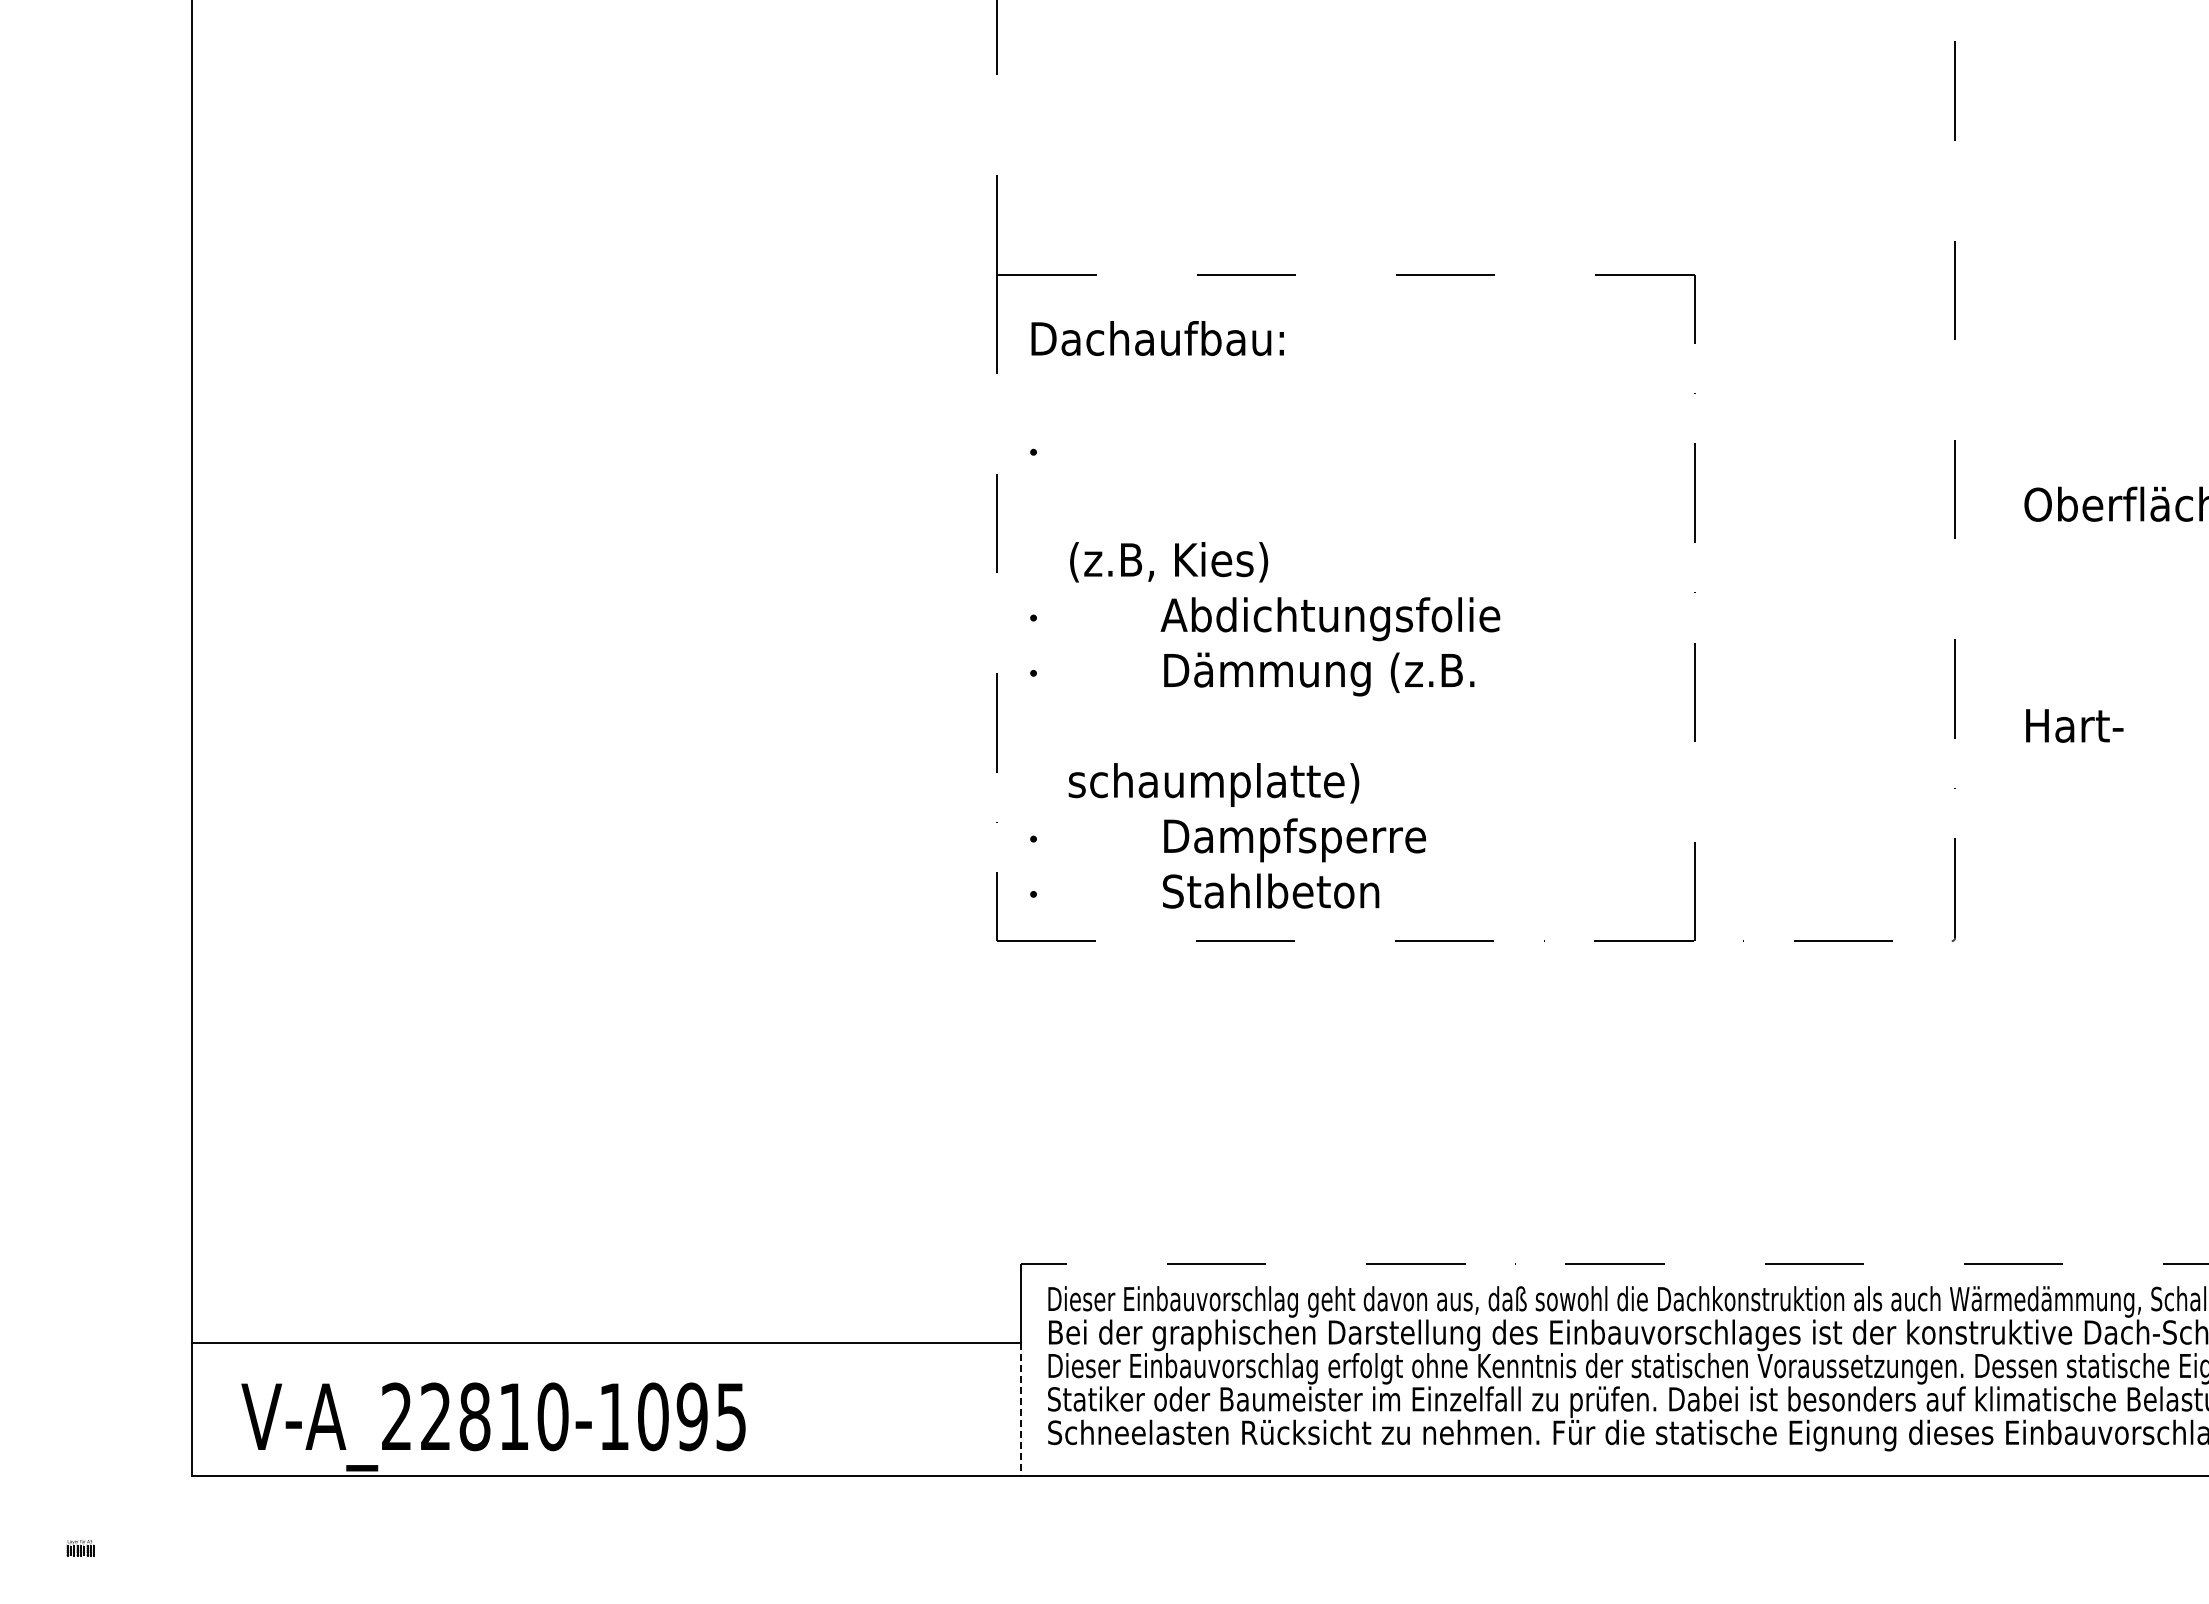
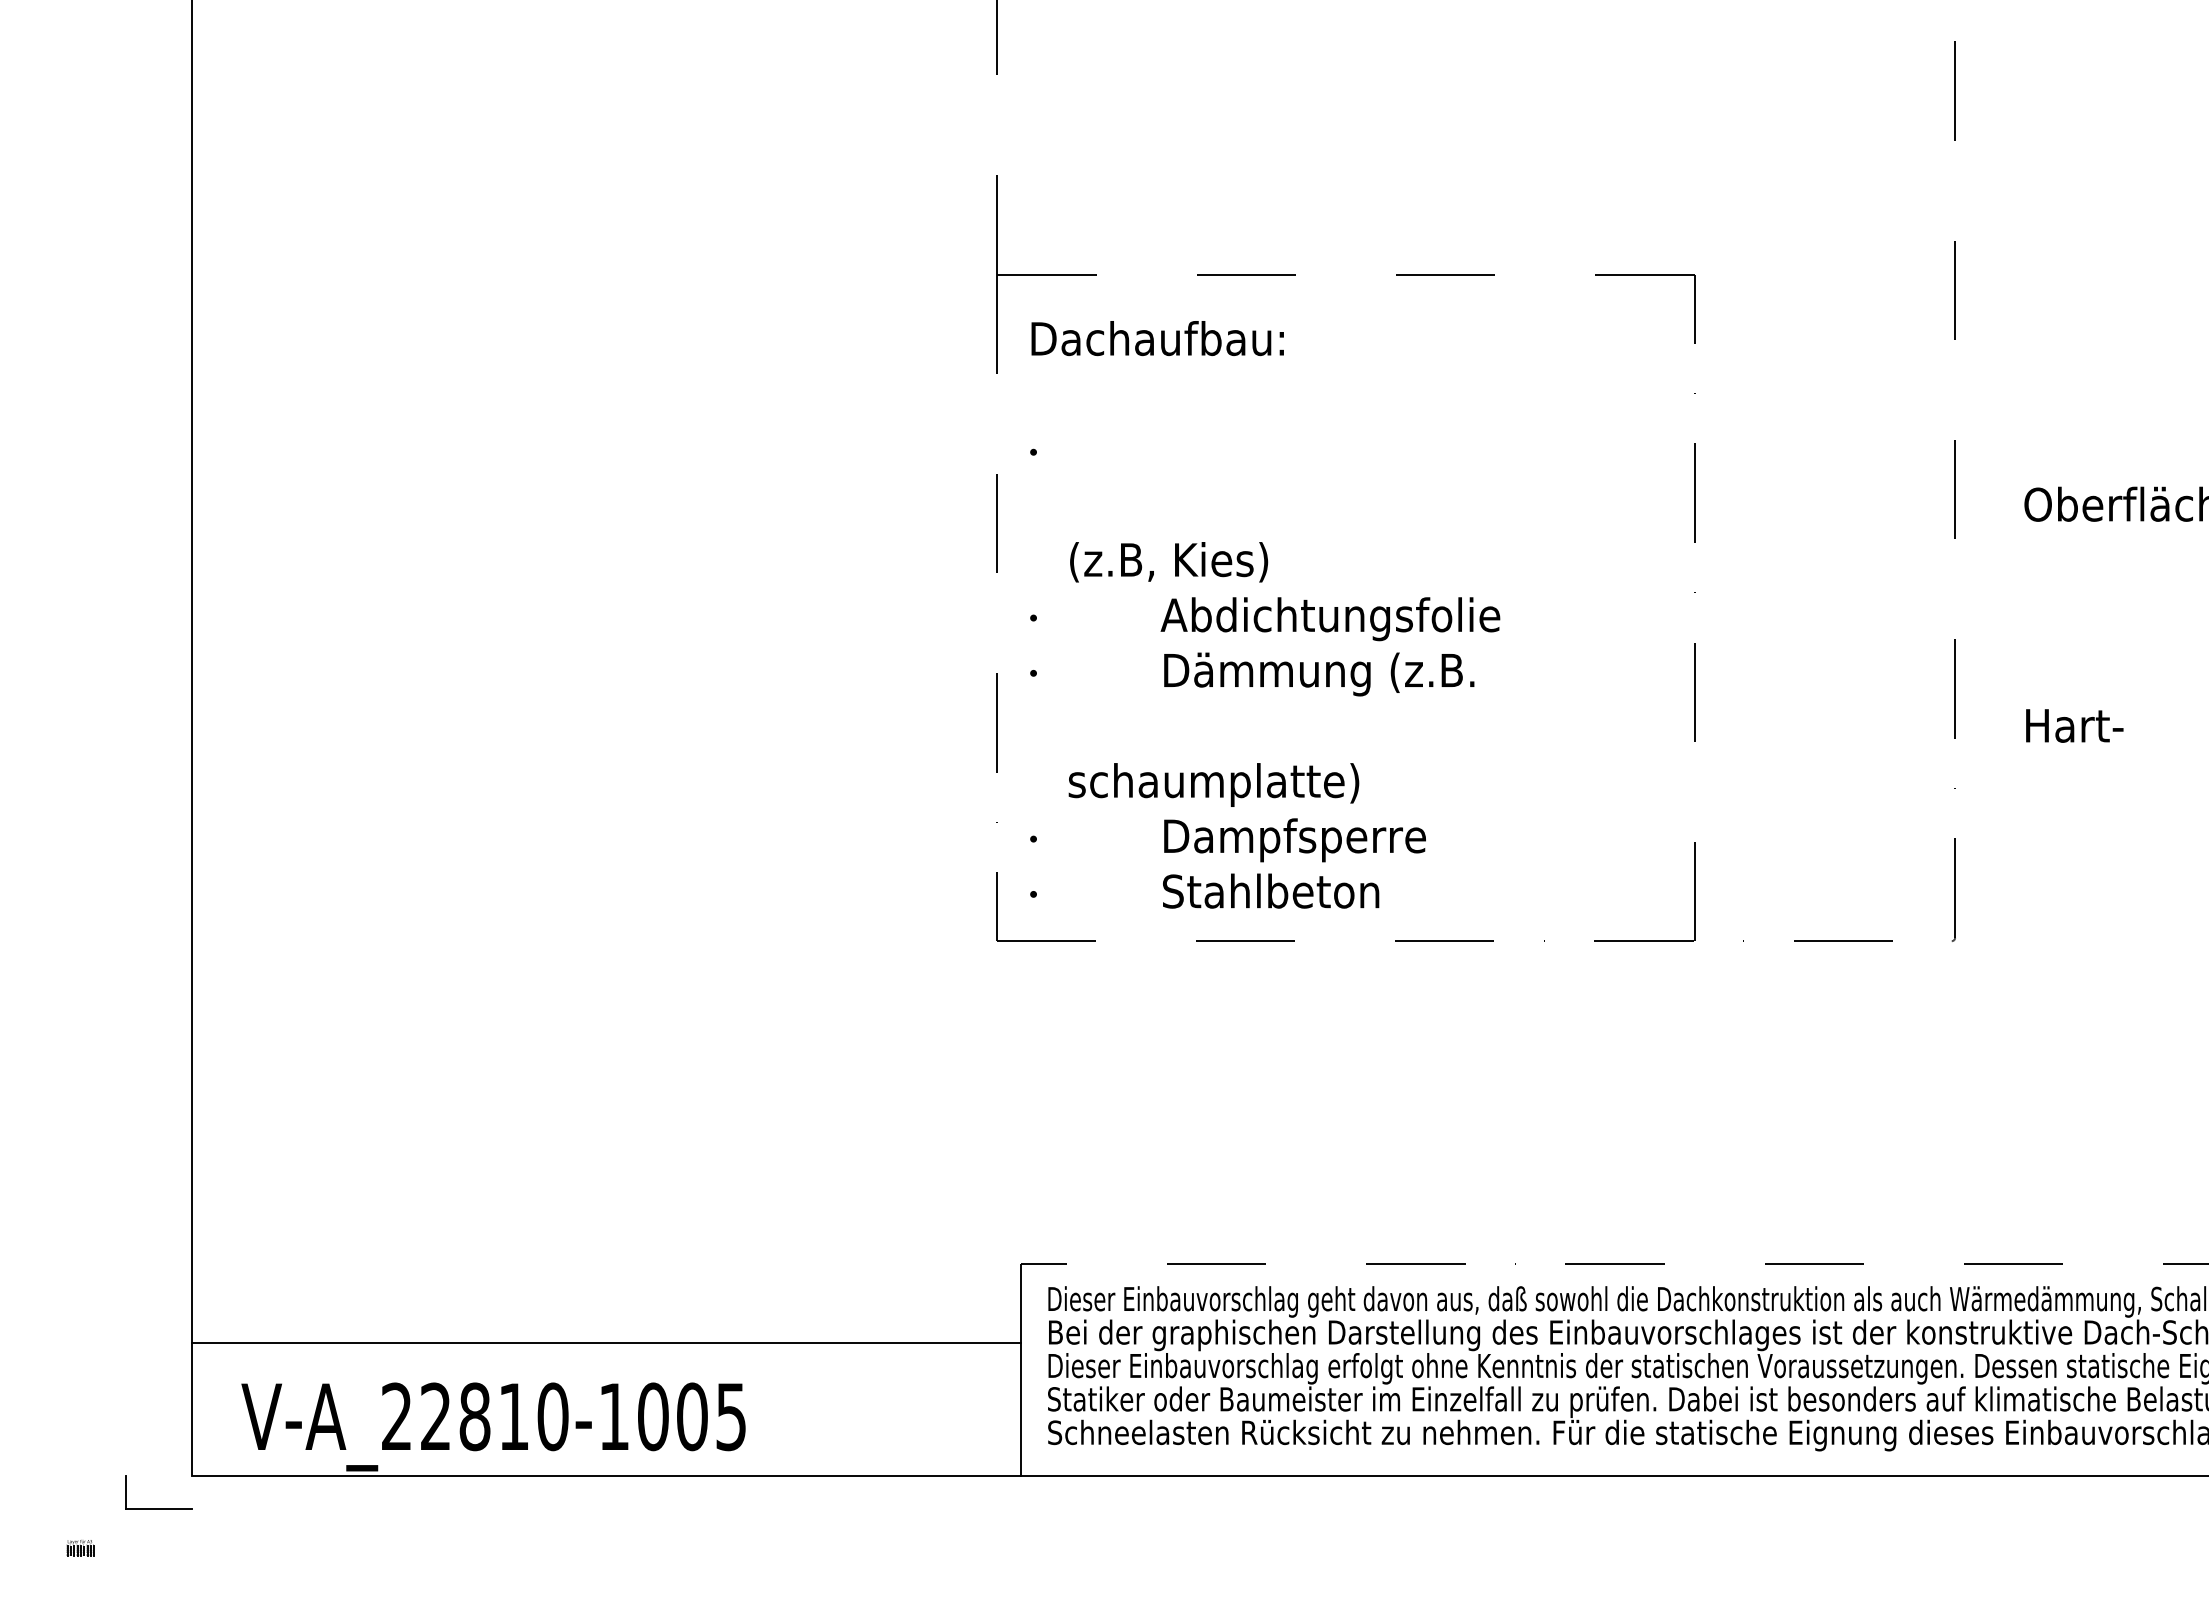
line at (1021, 1410): dashed -> solid
text at (691, 1416): V-A_22810-1095 -> V-A_22810-1005
part at (158, 1508): none -> present
